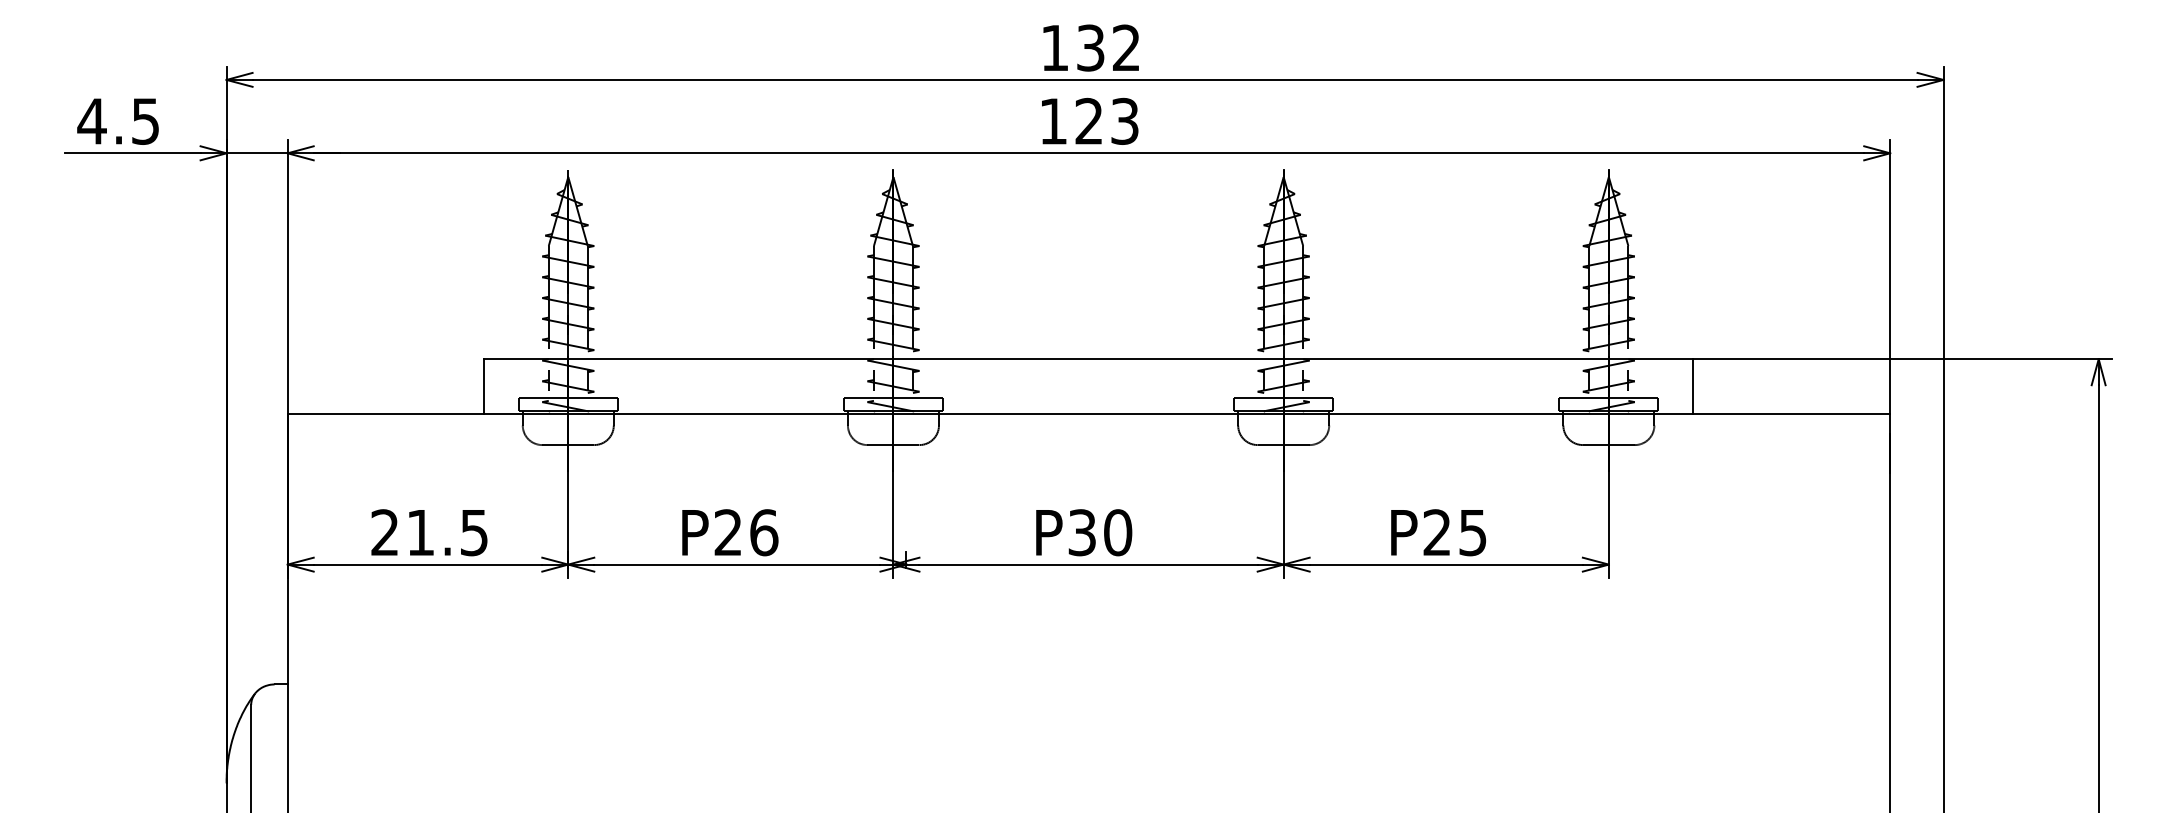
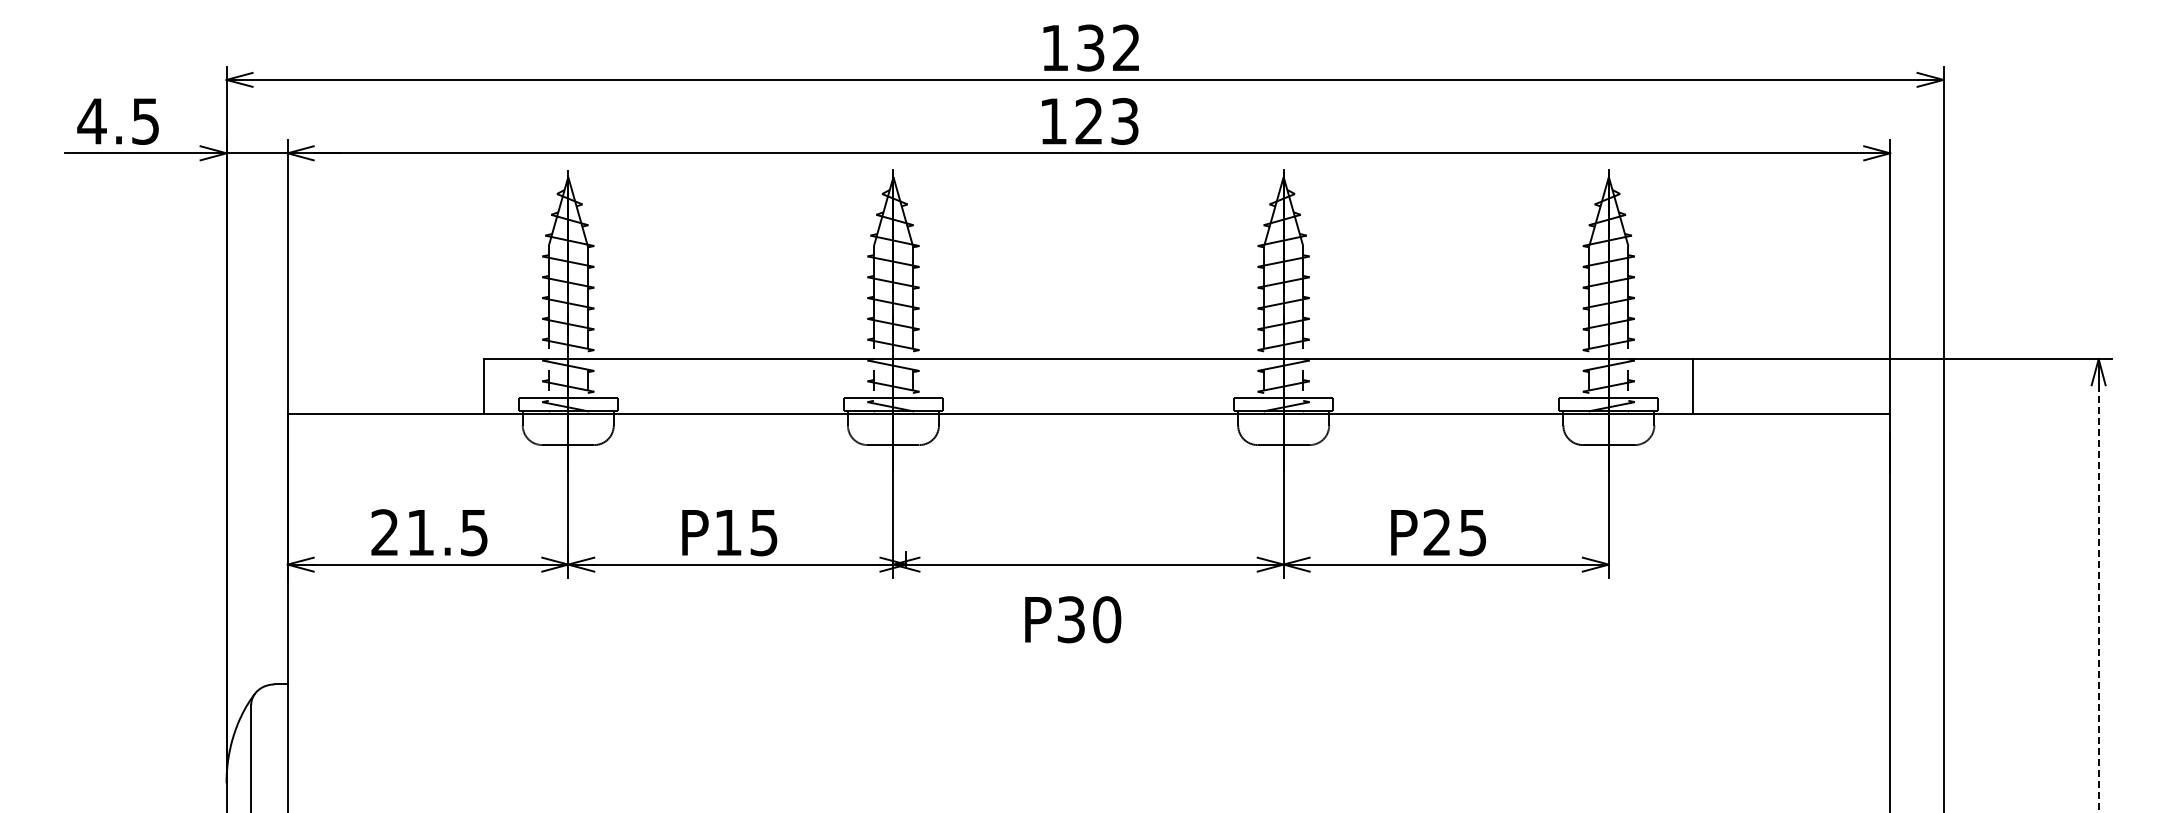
text at (746, 532): P26 -> P15
text at (1084, 532) position: (1084, 532) -> (1073, 619)
line at (2098, 599): solid -> dashed
